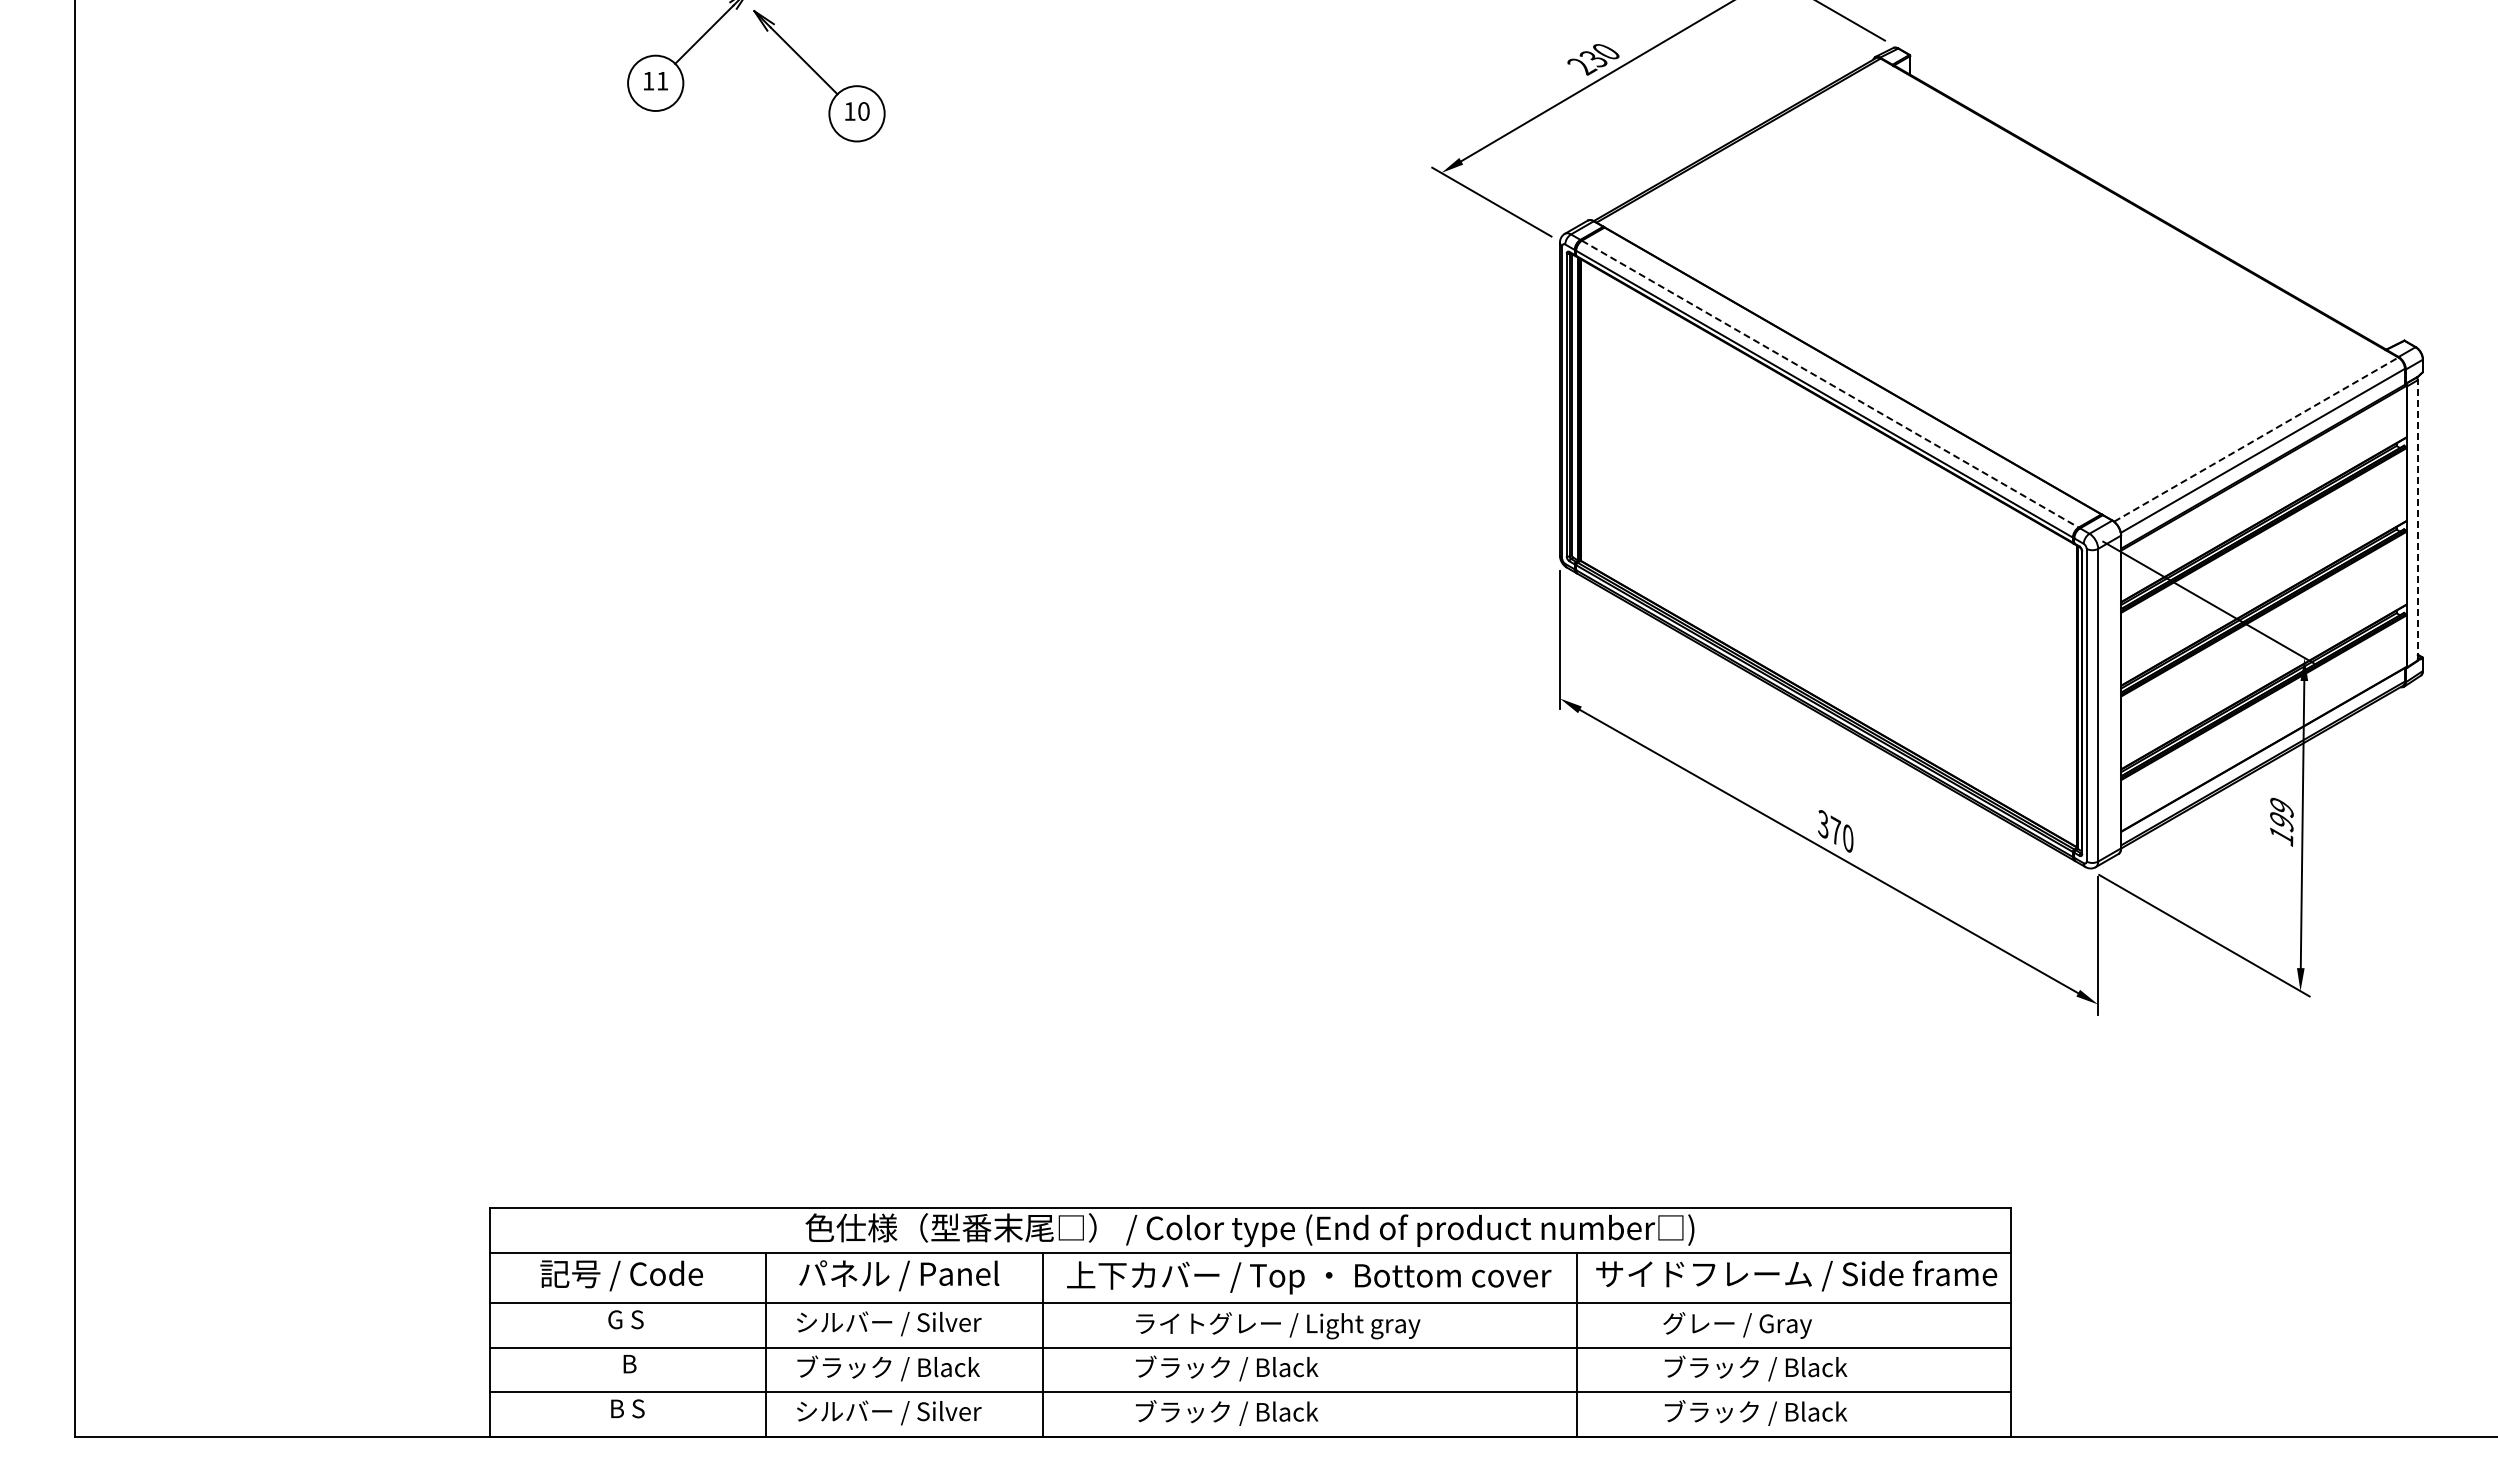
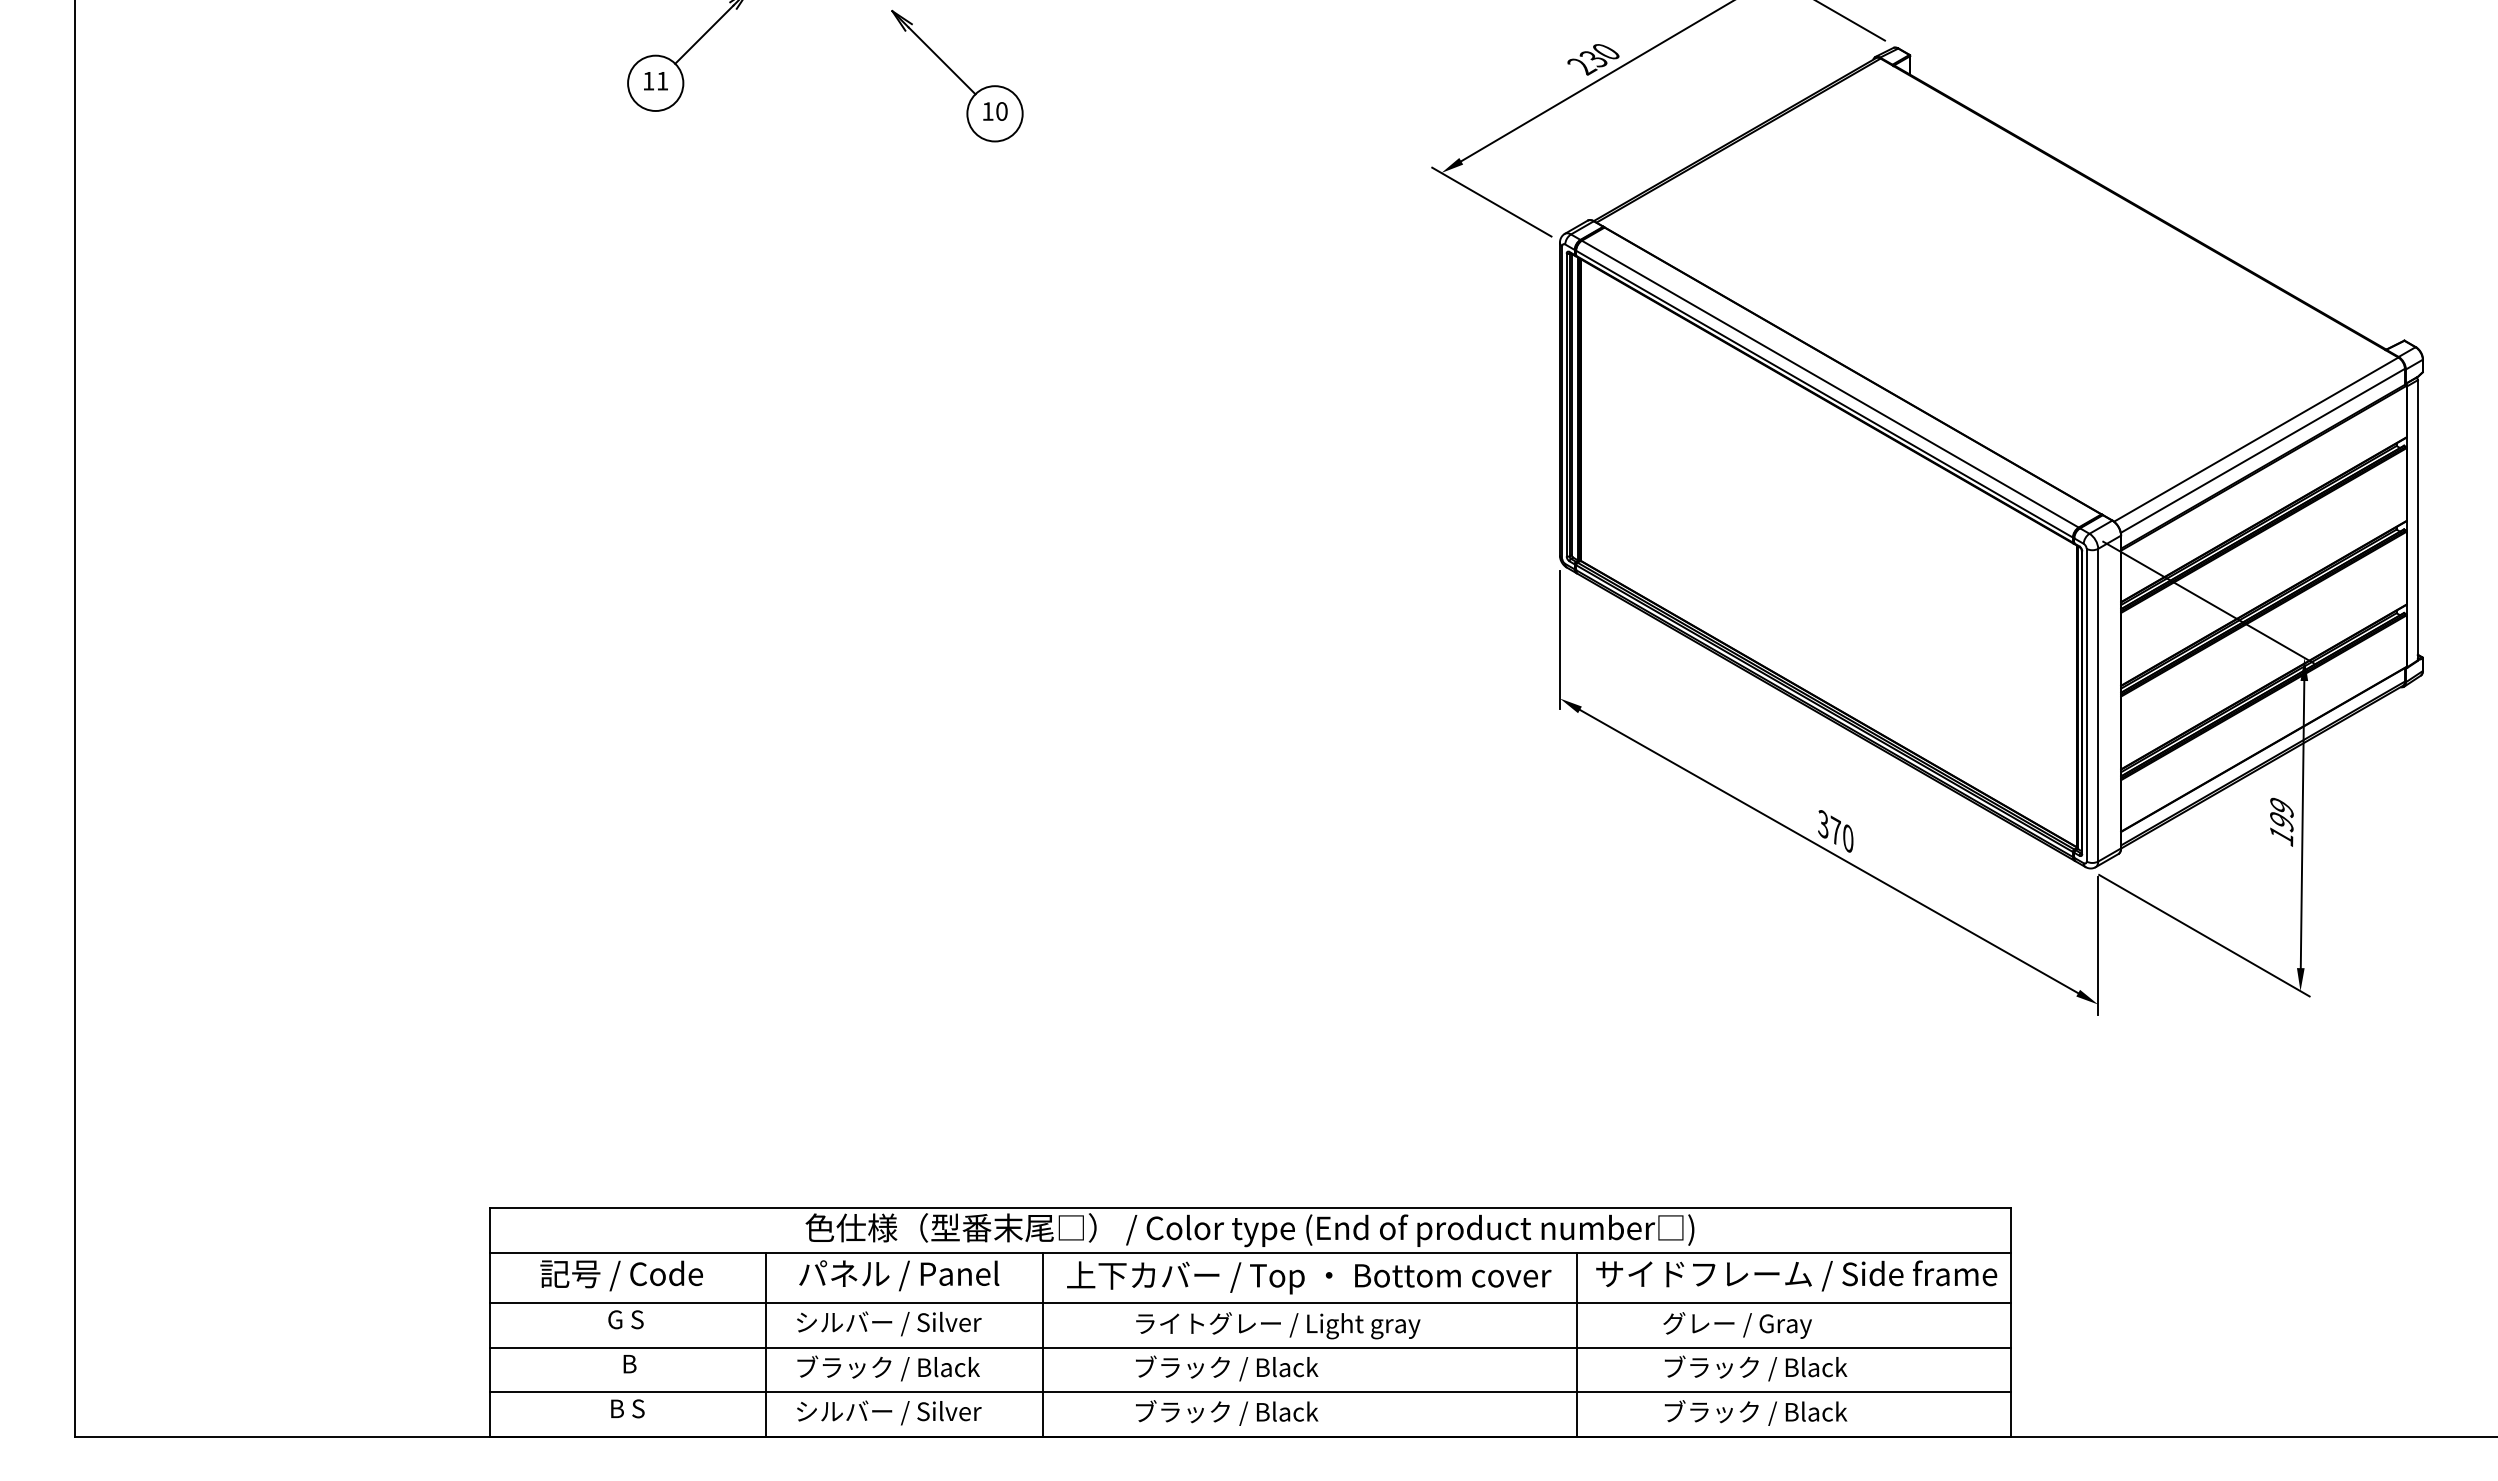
part at (819, 75) position: (819, 75) -> (957, 75)
line at (1830, 384): dashed -> solid
line at (2256, 439): dashed -> solid
line at (2417, 519): dashed -> solid
